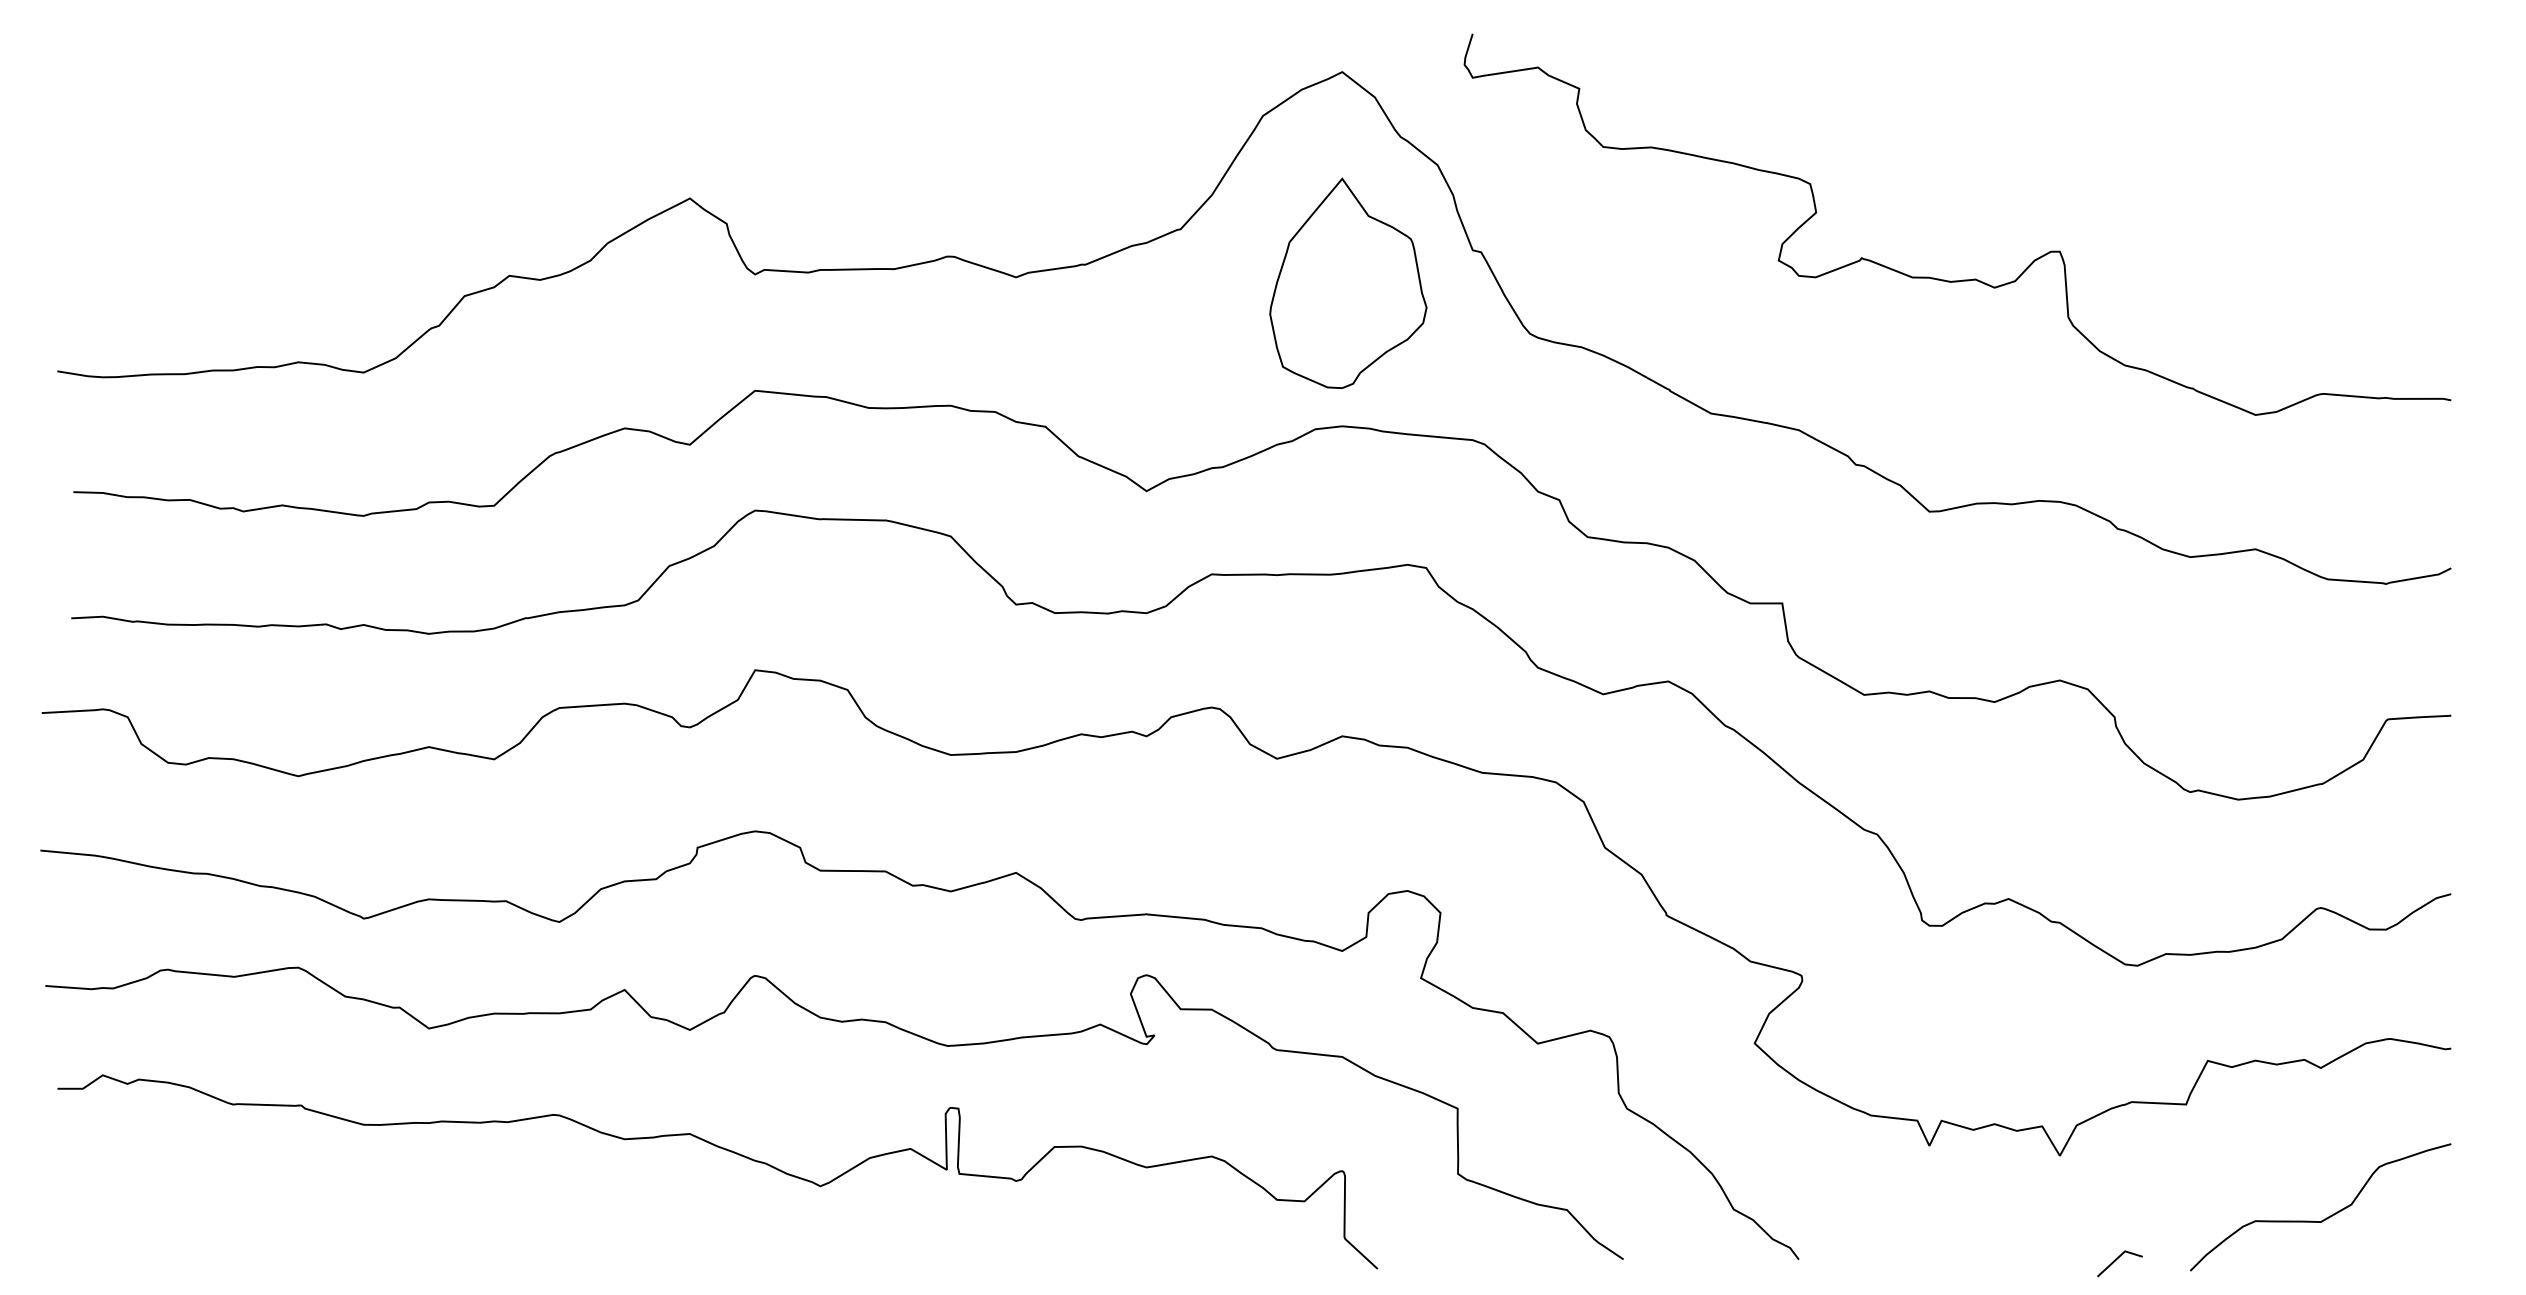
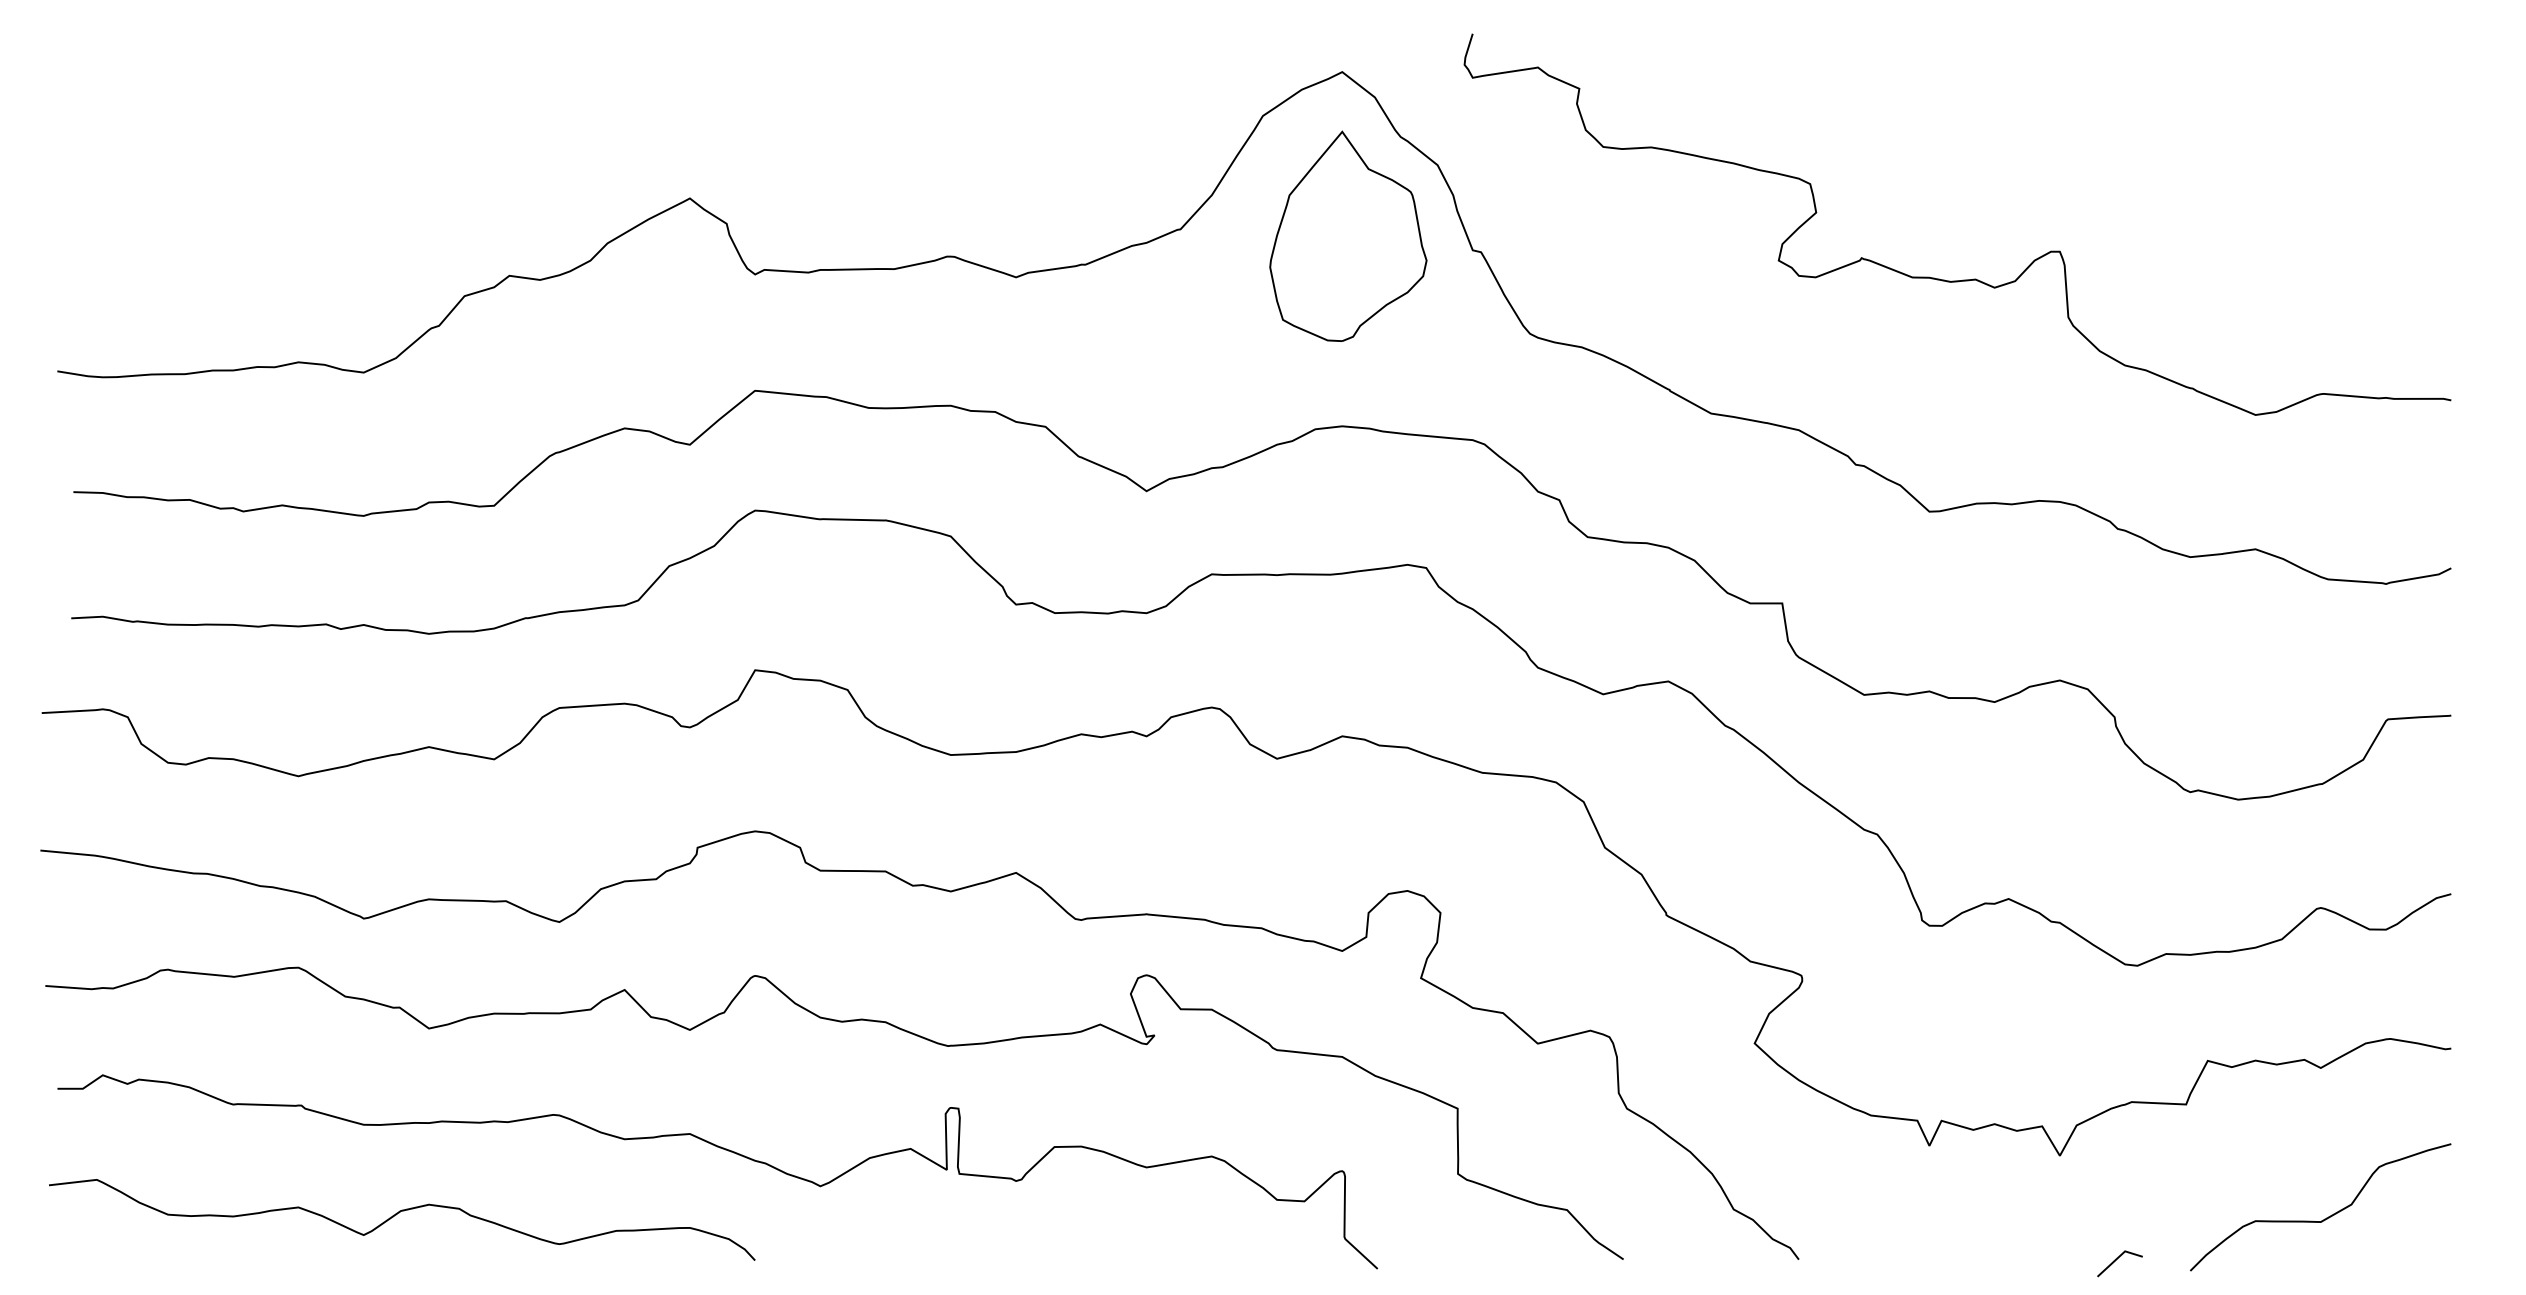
part at (1348, 282) position: (1348, 282) -> (1348, 235)
curve at (399, 1213): none -> present
